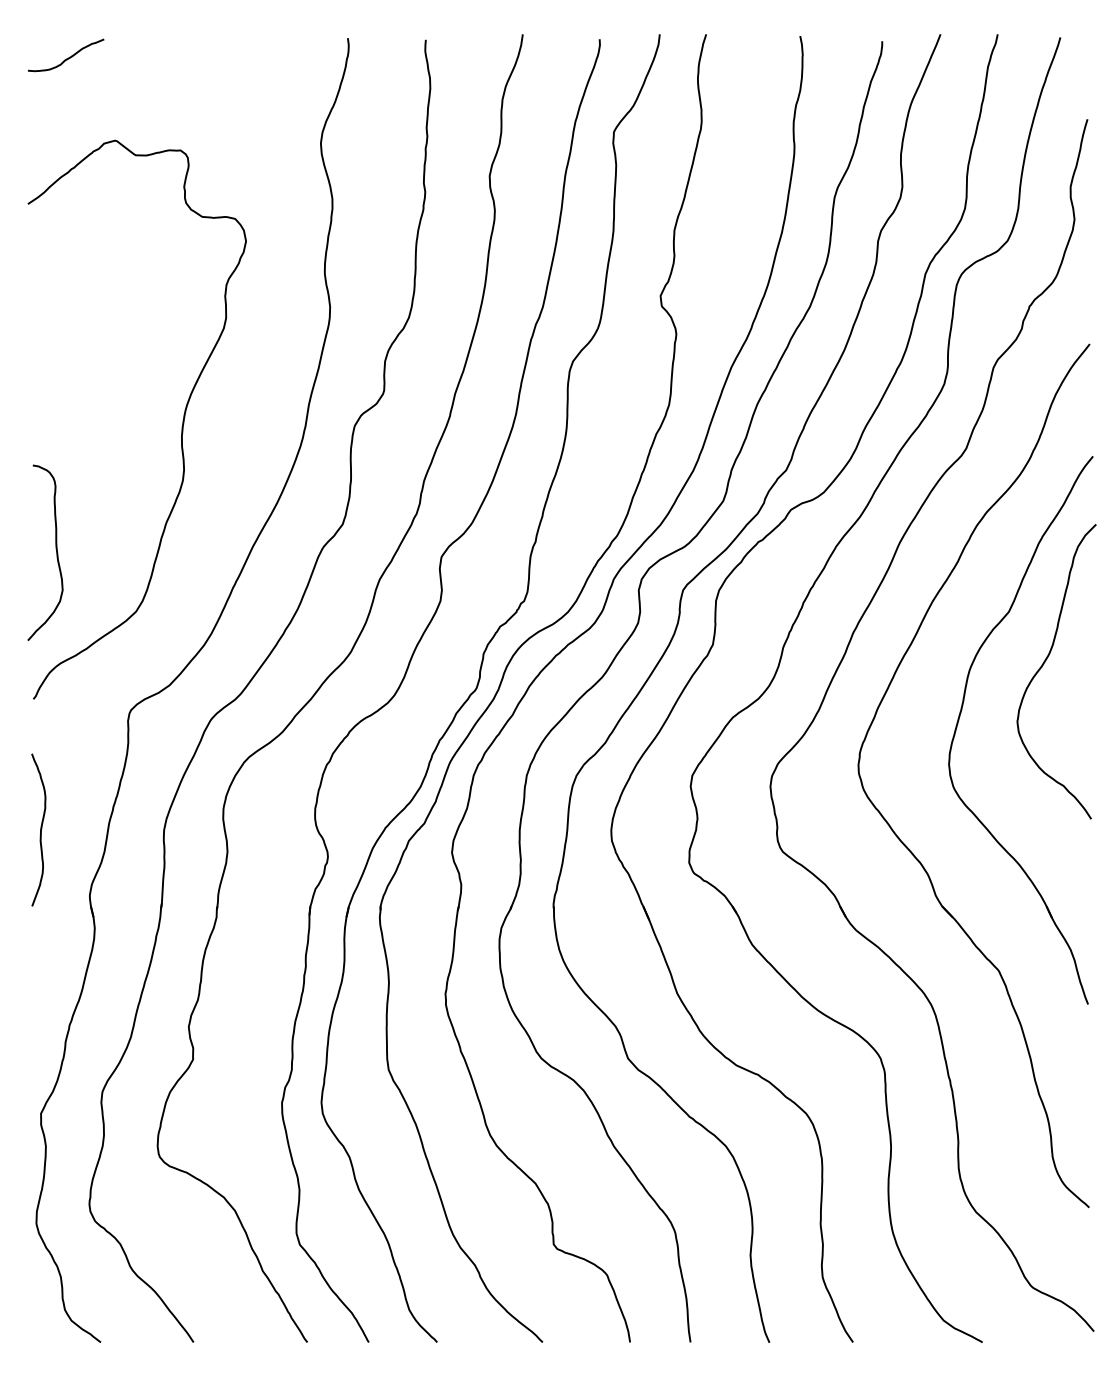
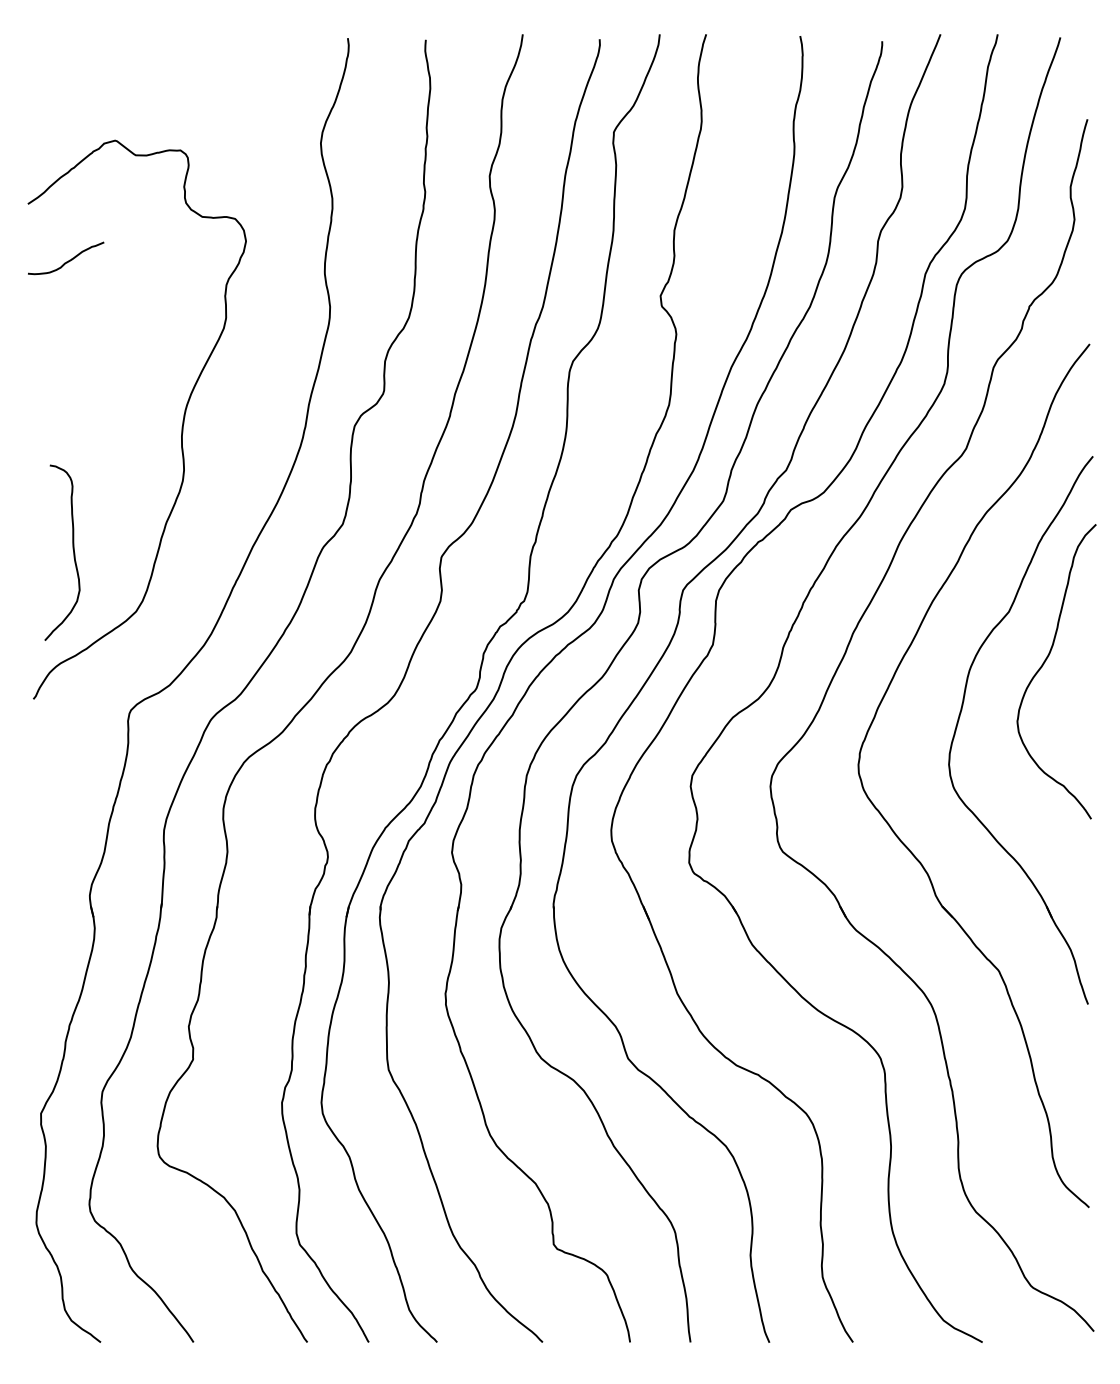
curve at (68, 57) position: (68, 57) -> (68, 260)
curve at (55, 549) position: (55, 549) -> (72, 549)
curve at (40, 829): present -> none
